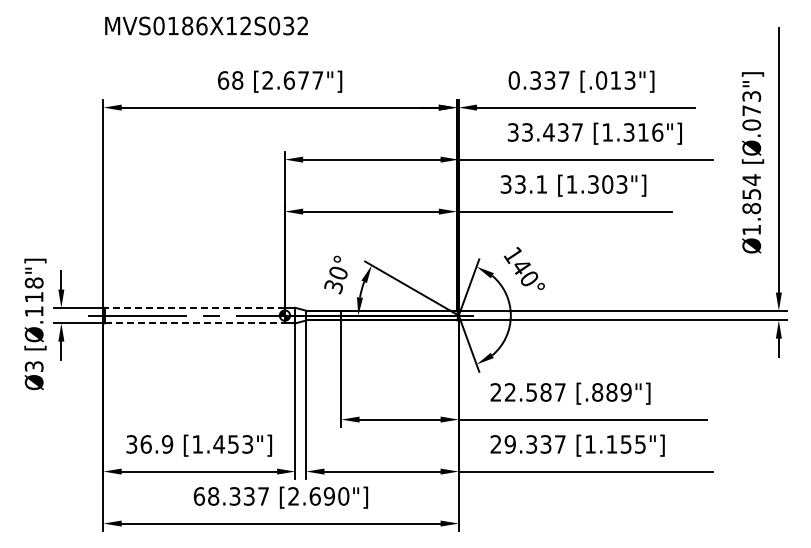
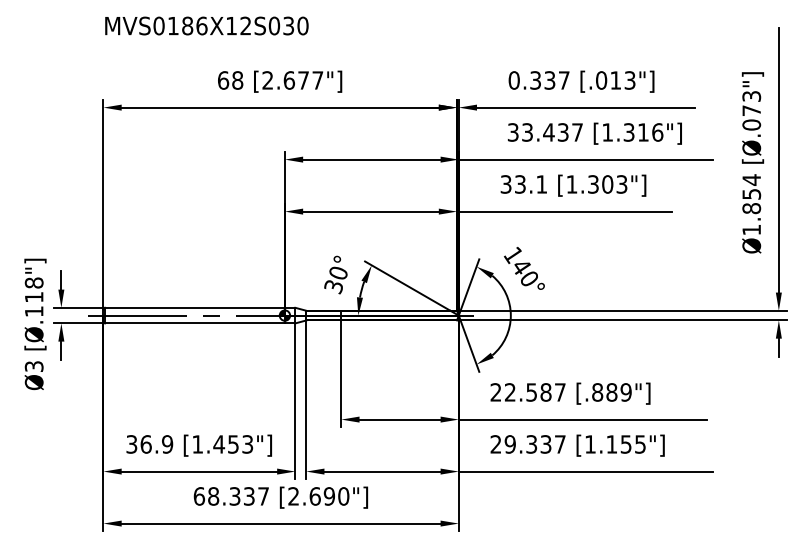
text at (302, 25): MVS0186X12S032 -> MVS0186X12S030
line at (194, 307): dashed -> solid
line at (194, 323): dashed -> solid
